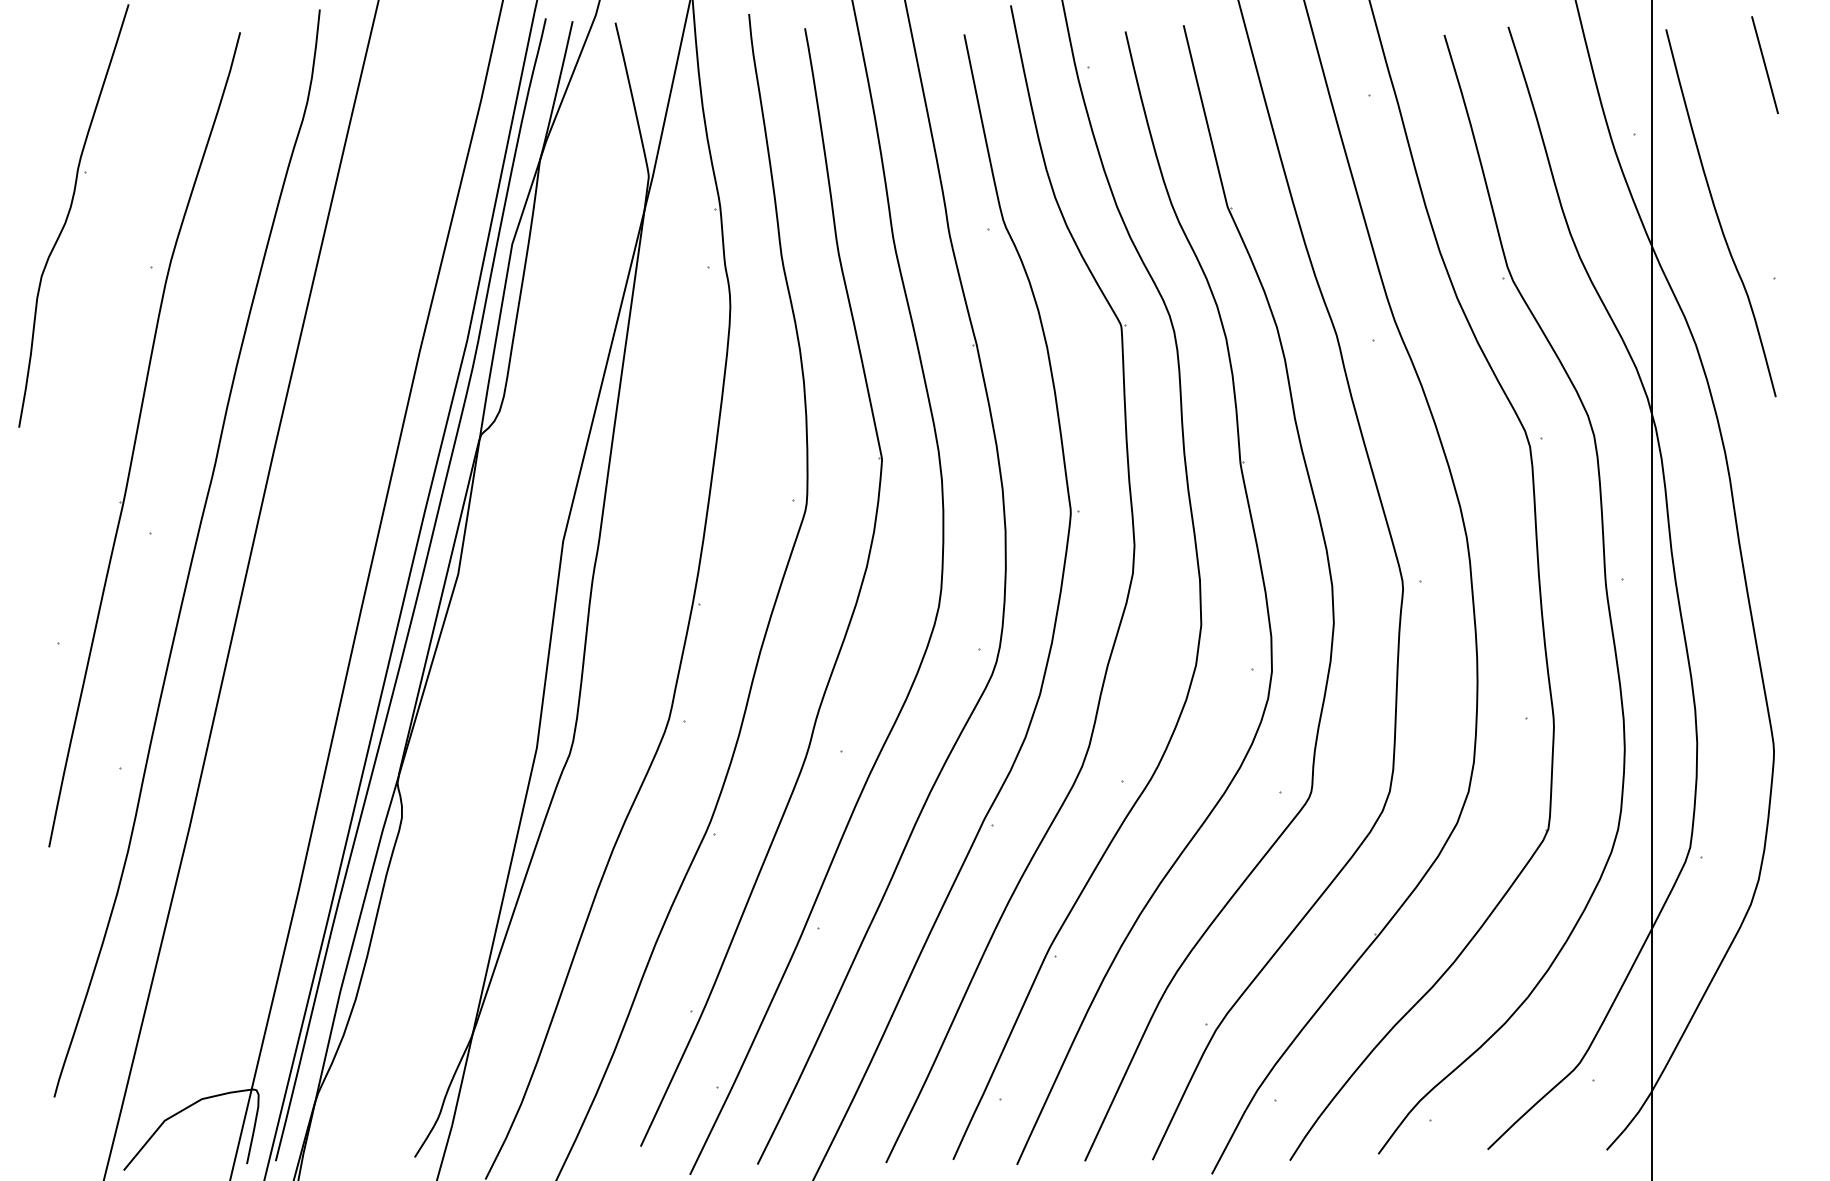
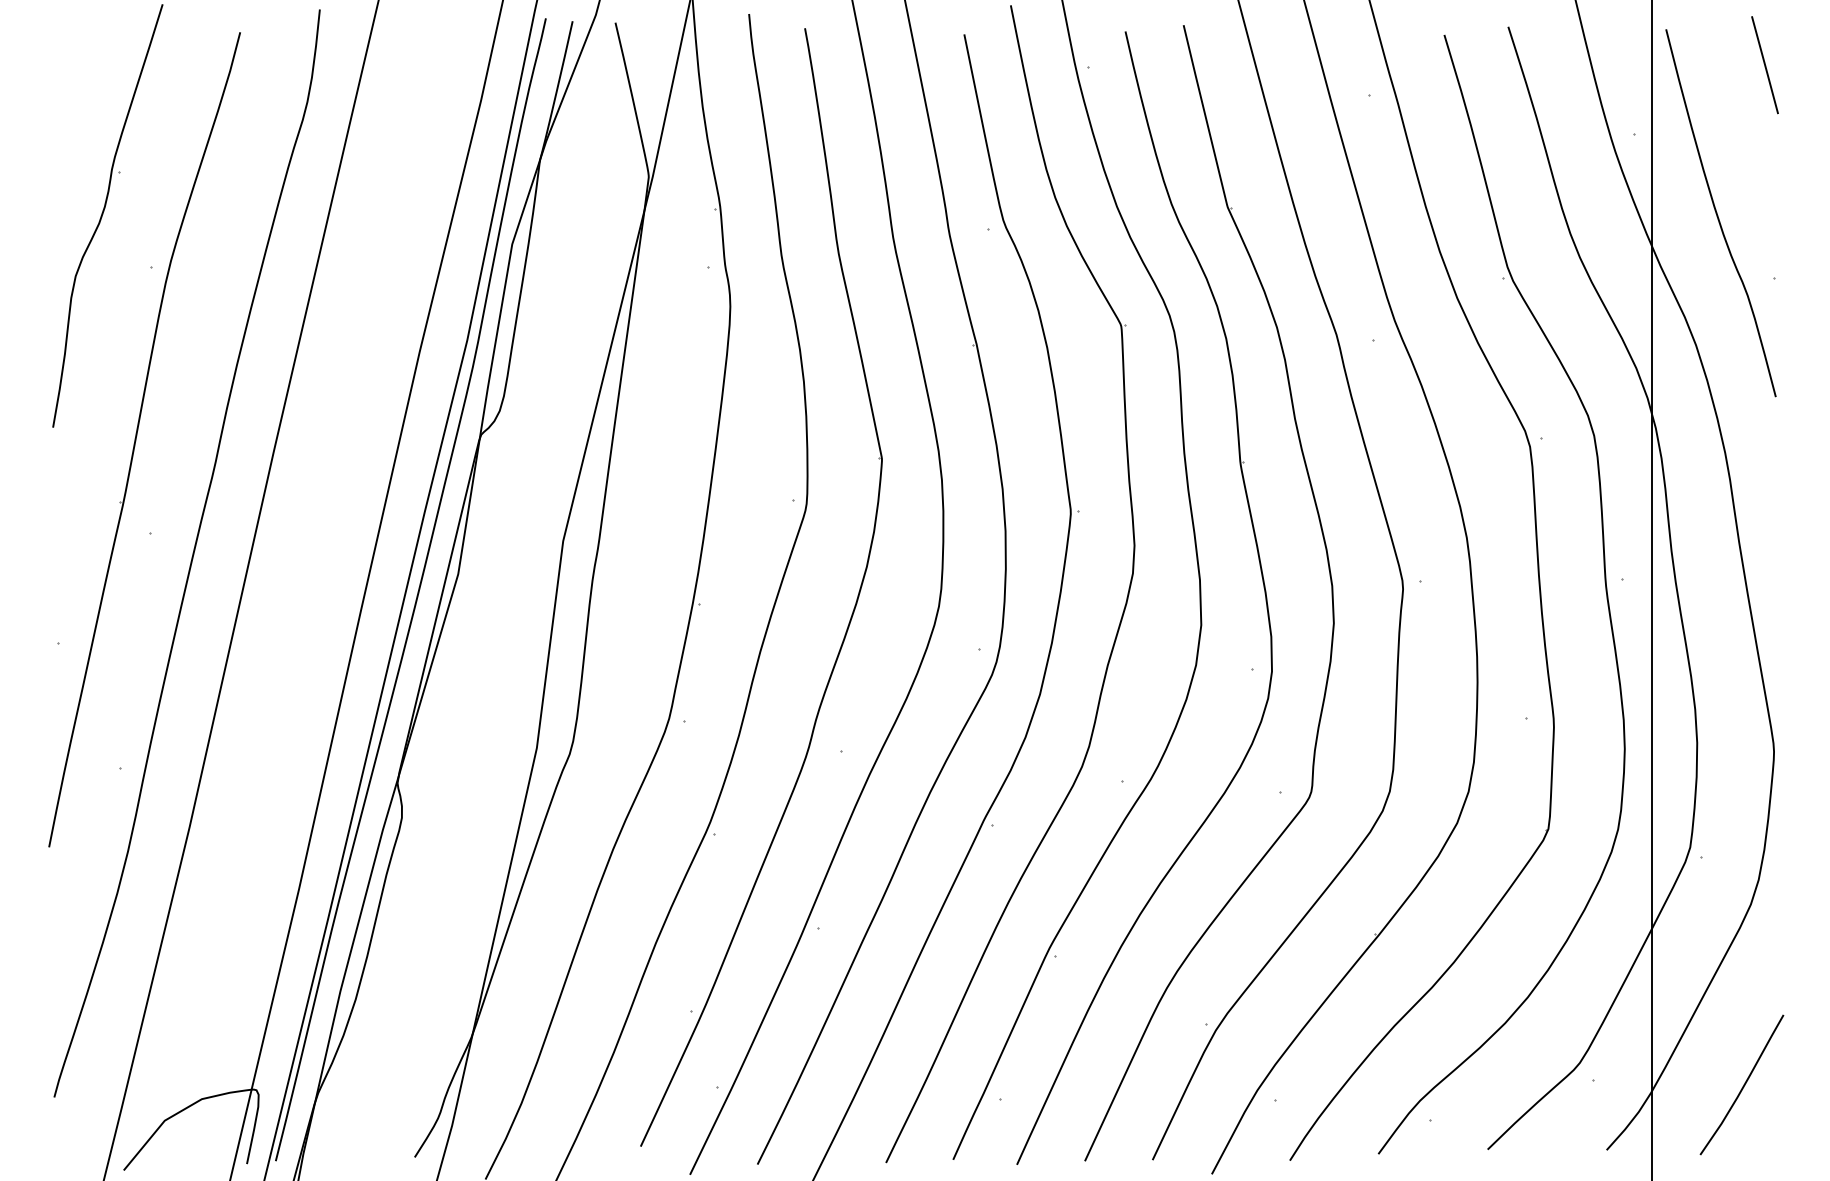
part at (73, 215) position: (73, 215) -> (107, 215)
curve at (1743, 1084): none -> present
